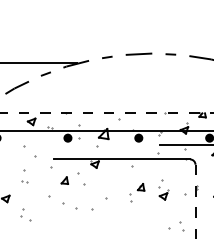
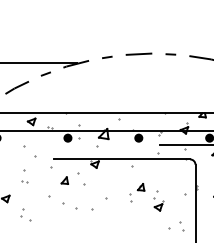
line at (107, 113): dashed -> solid
part at (163, 189) position: (163, 189) -> (158, 200)
line at (195, 203): dashed -> solid
